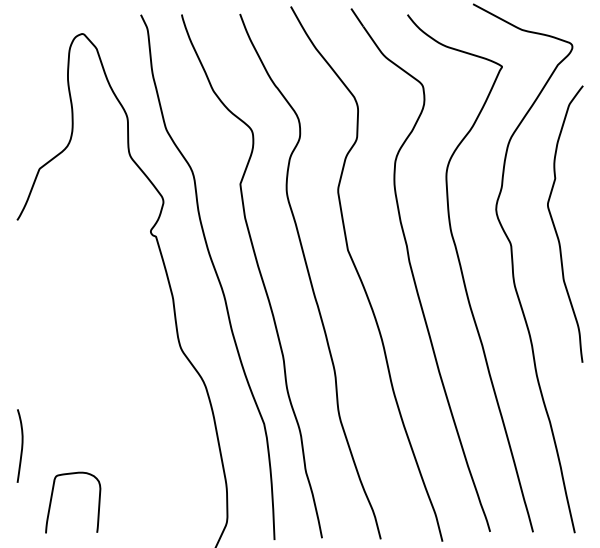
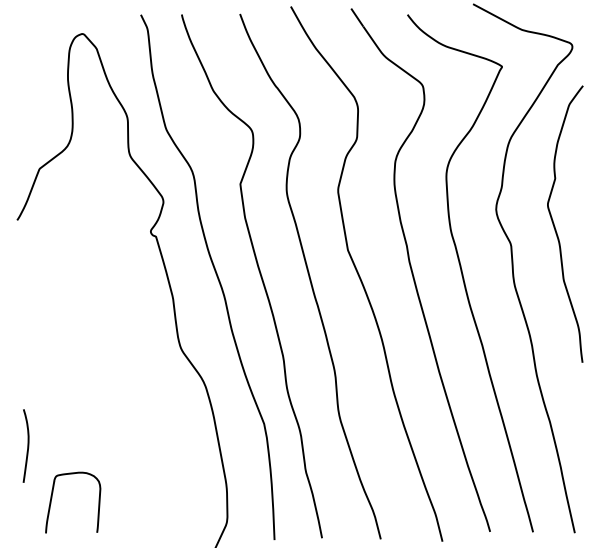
curve at (21, 445) position: (21, 445) -> (27, 445)
